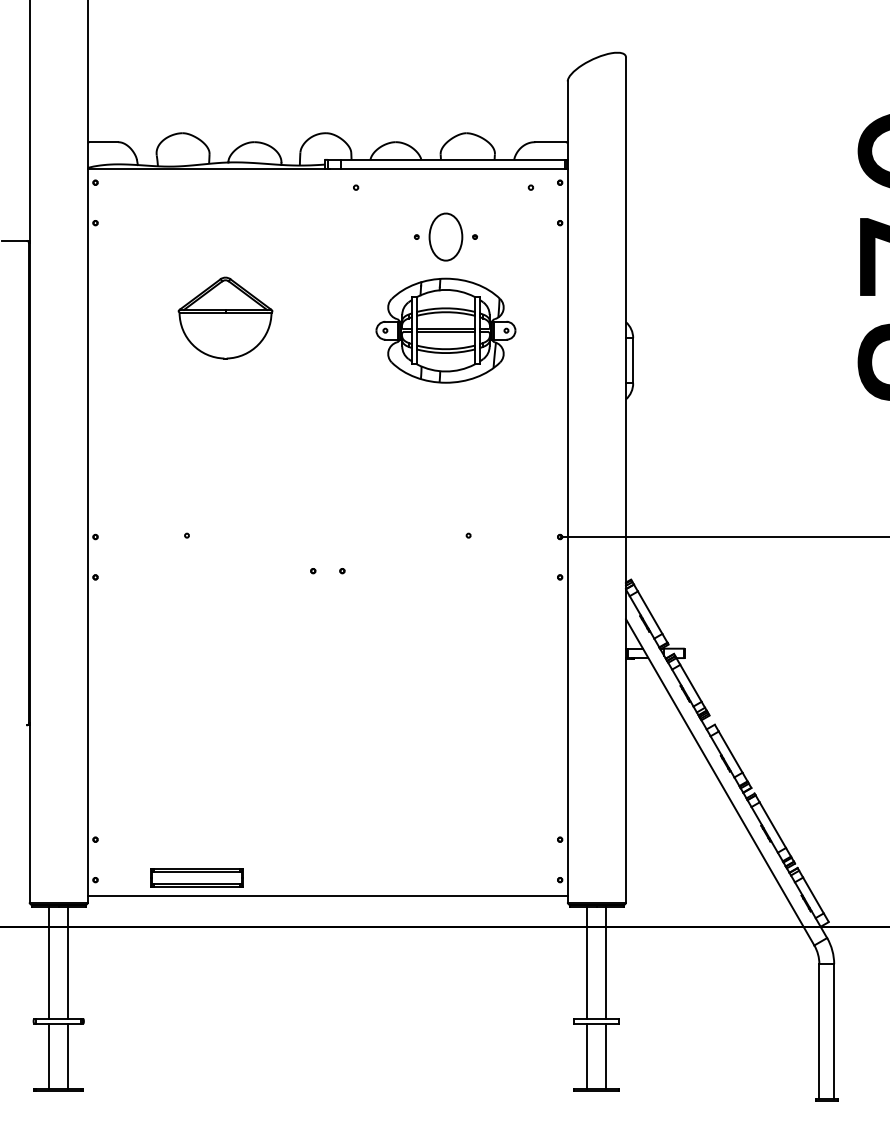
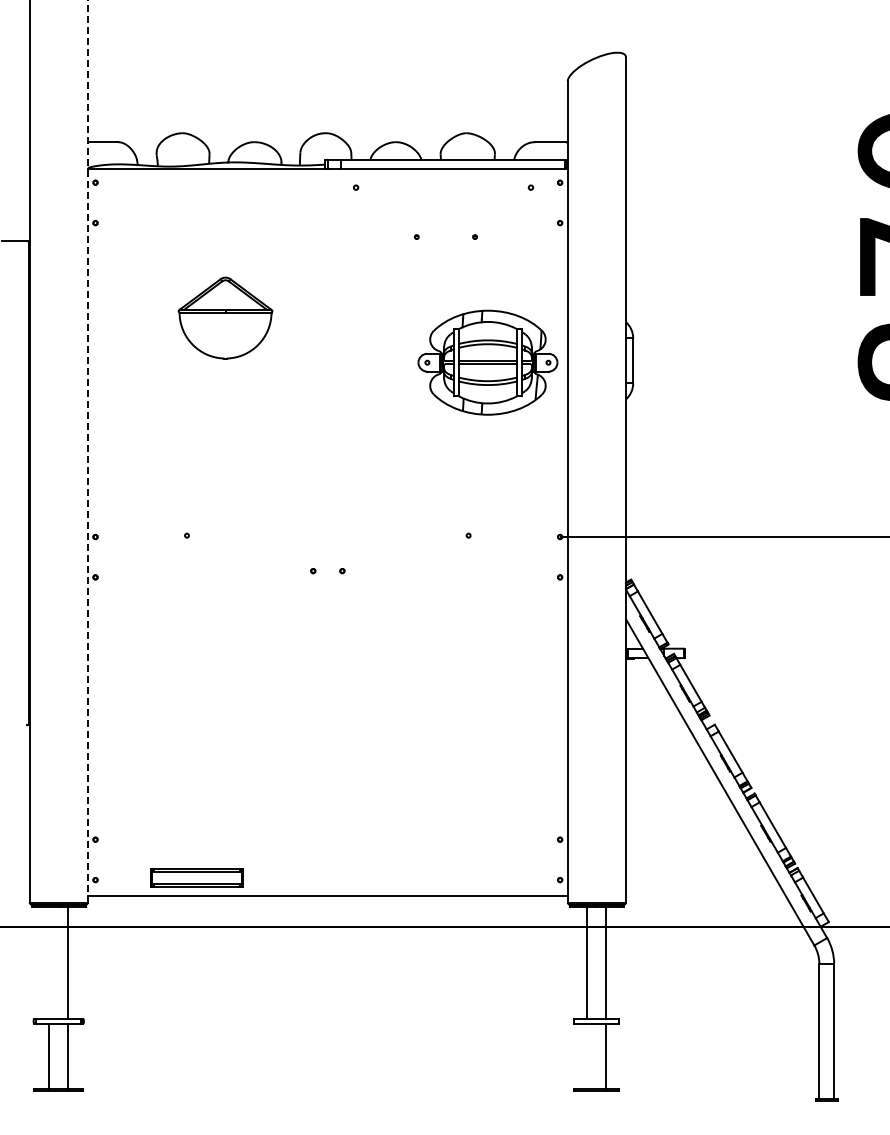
part at (445, 236): present -> none
part at (445, 330) position: (445, 330) -> (487, 362)
line at (87, 450): solid -> dashed
line at (49, 962): present -> none
line at (587, 1055): present -> none
